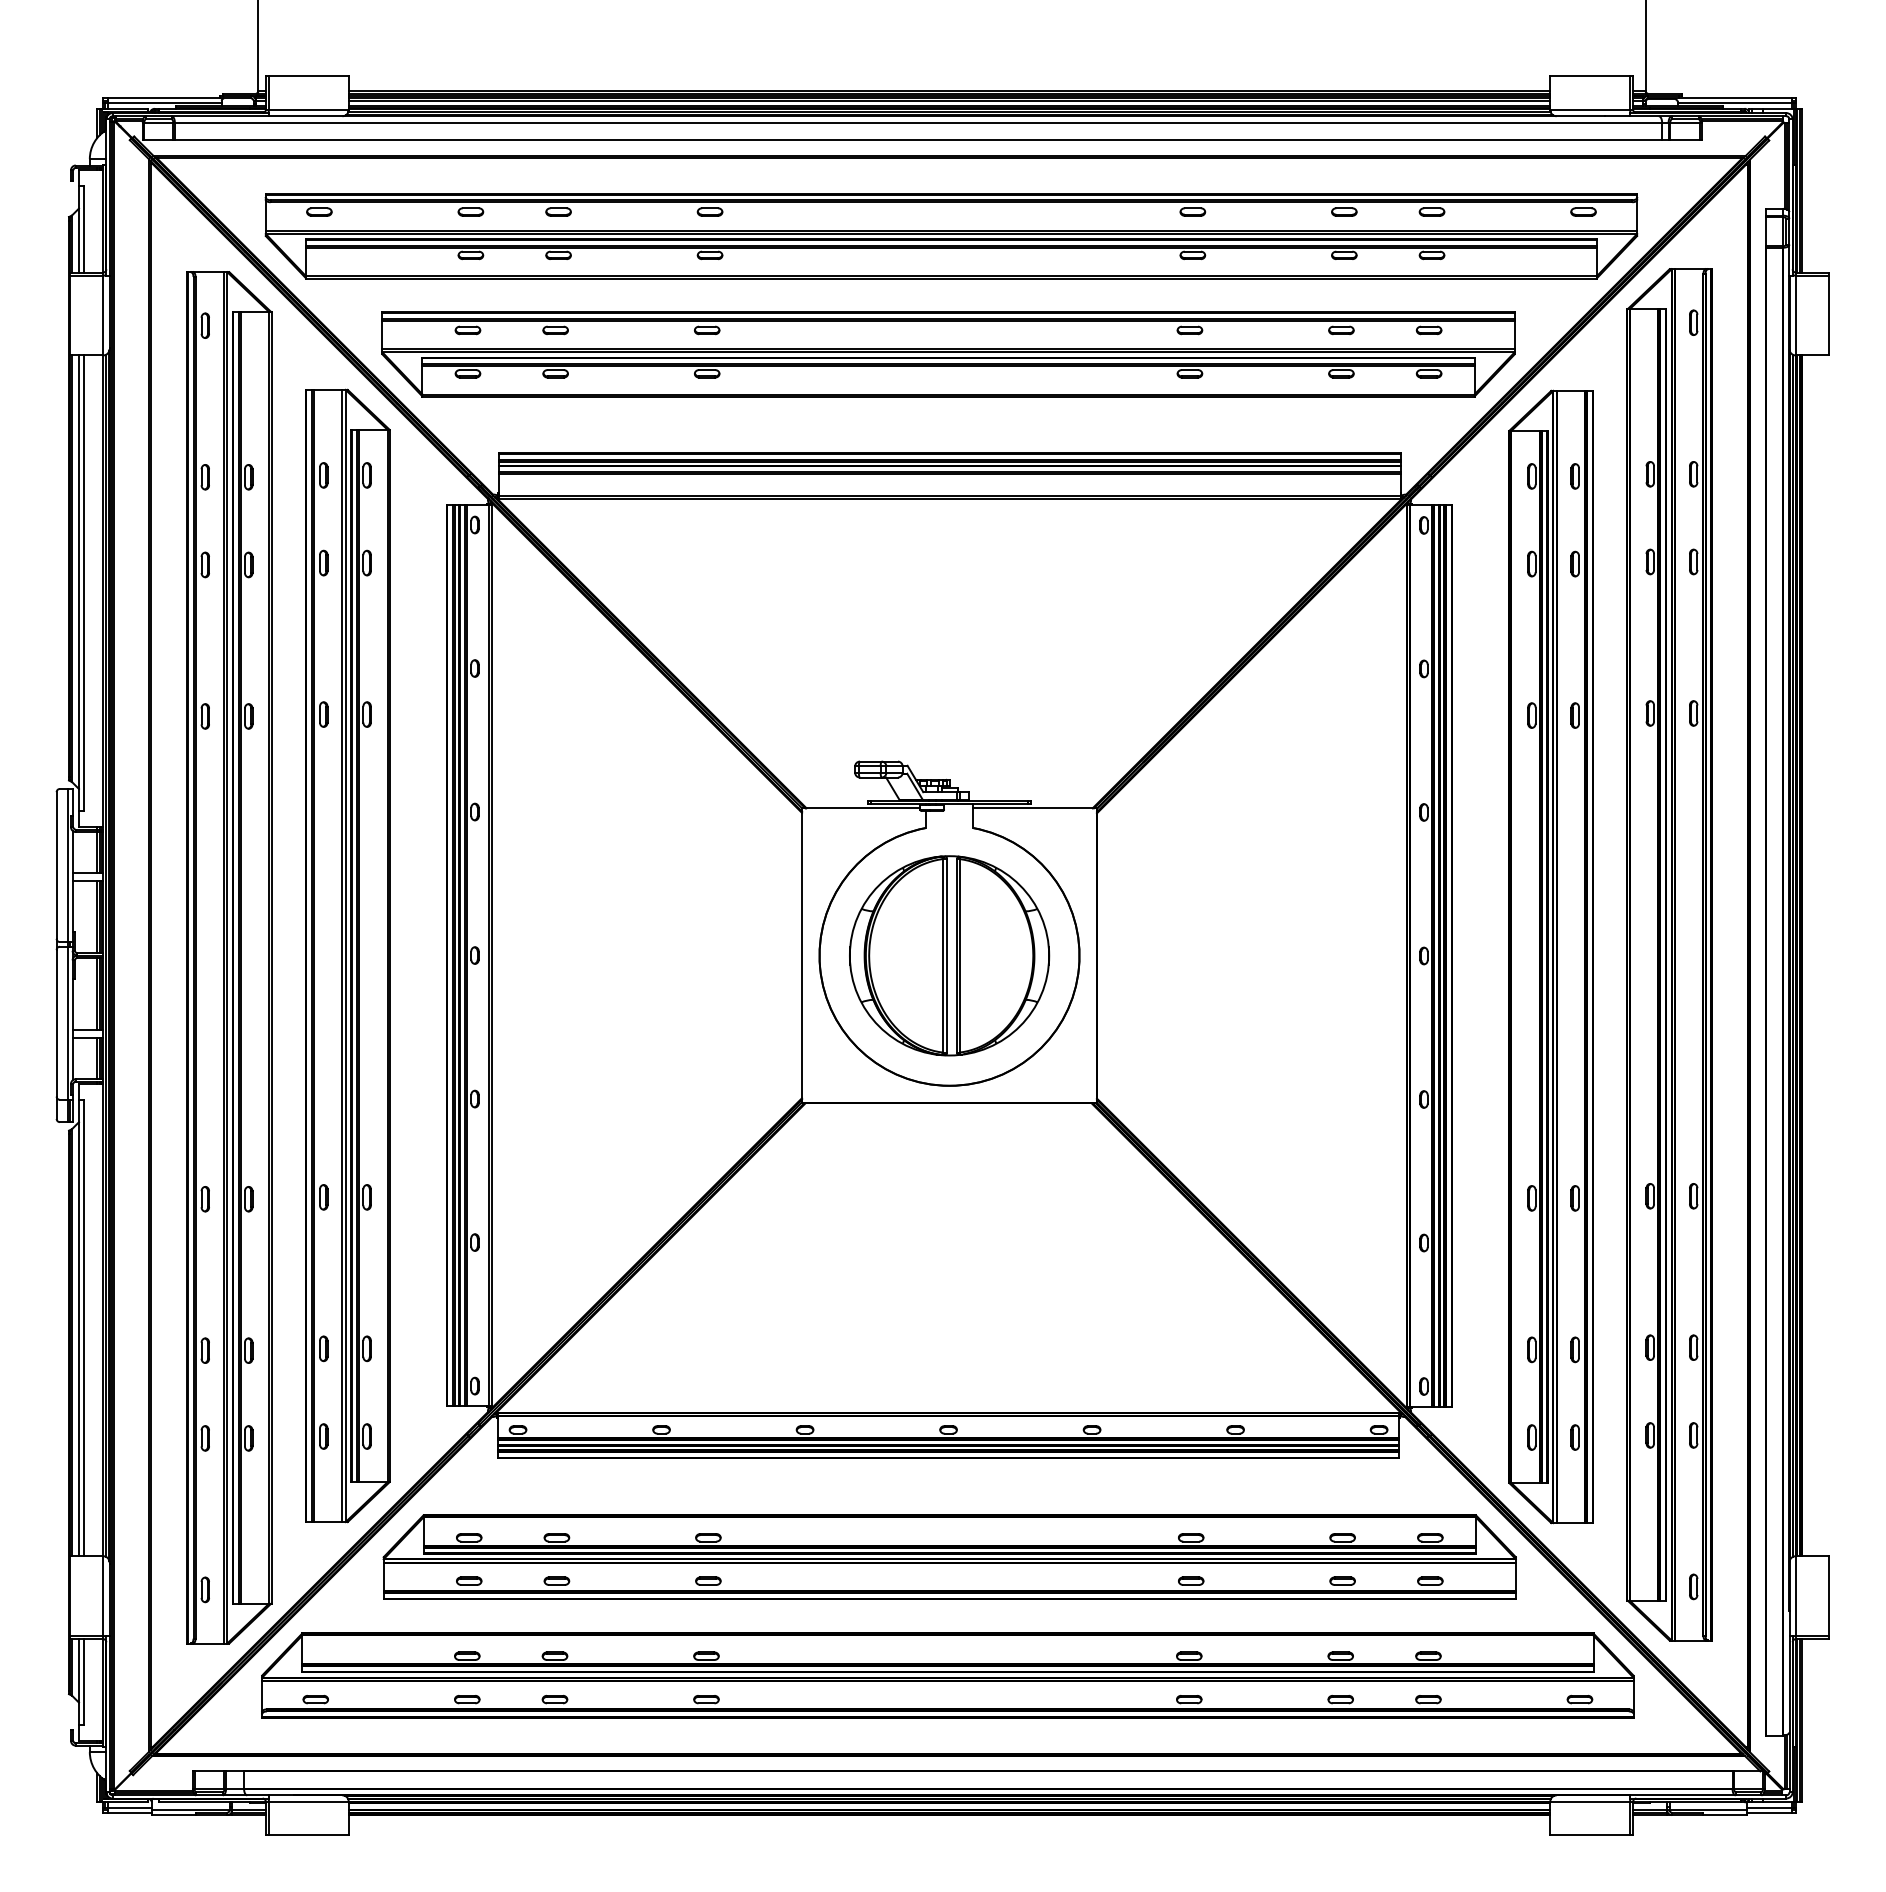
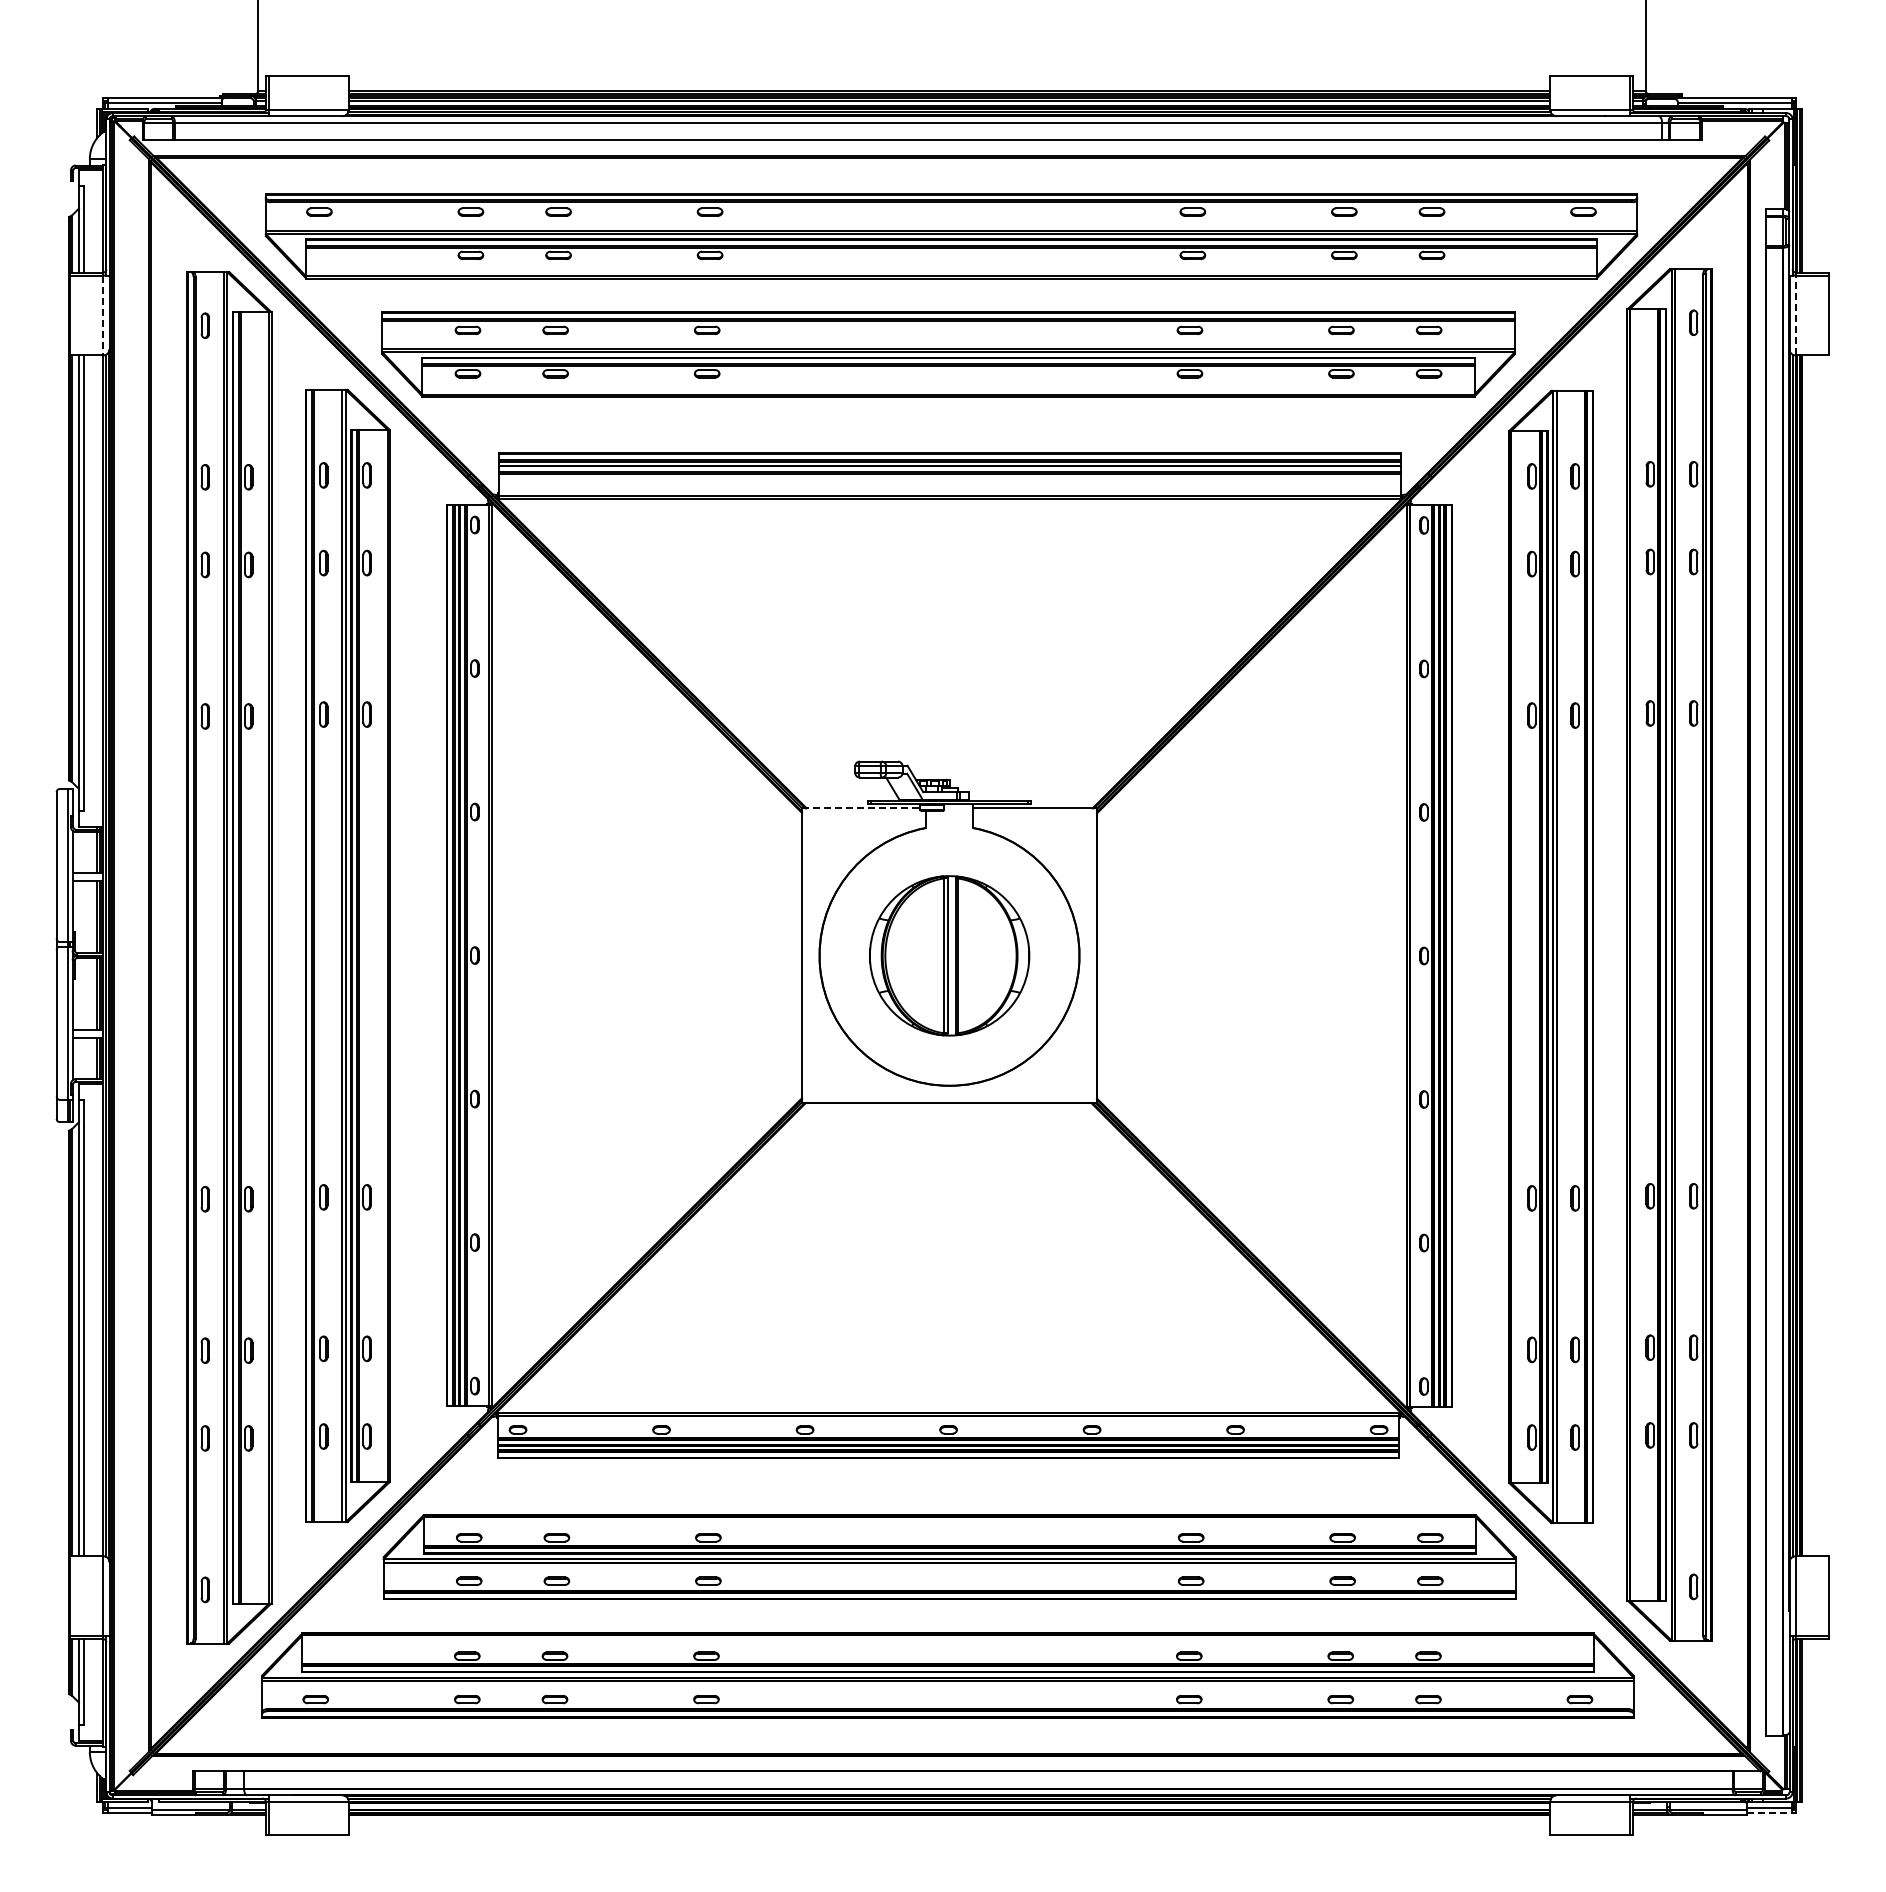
line at (103, 315): solid -> dashed
line at (1795, 315): solid -> dashed
line at (861, 808): solid -> dashed
part at (949, 955) size: 202x202 px -> 162x162 px
line at (1769, 1812): solid -> dashed
